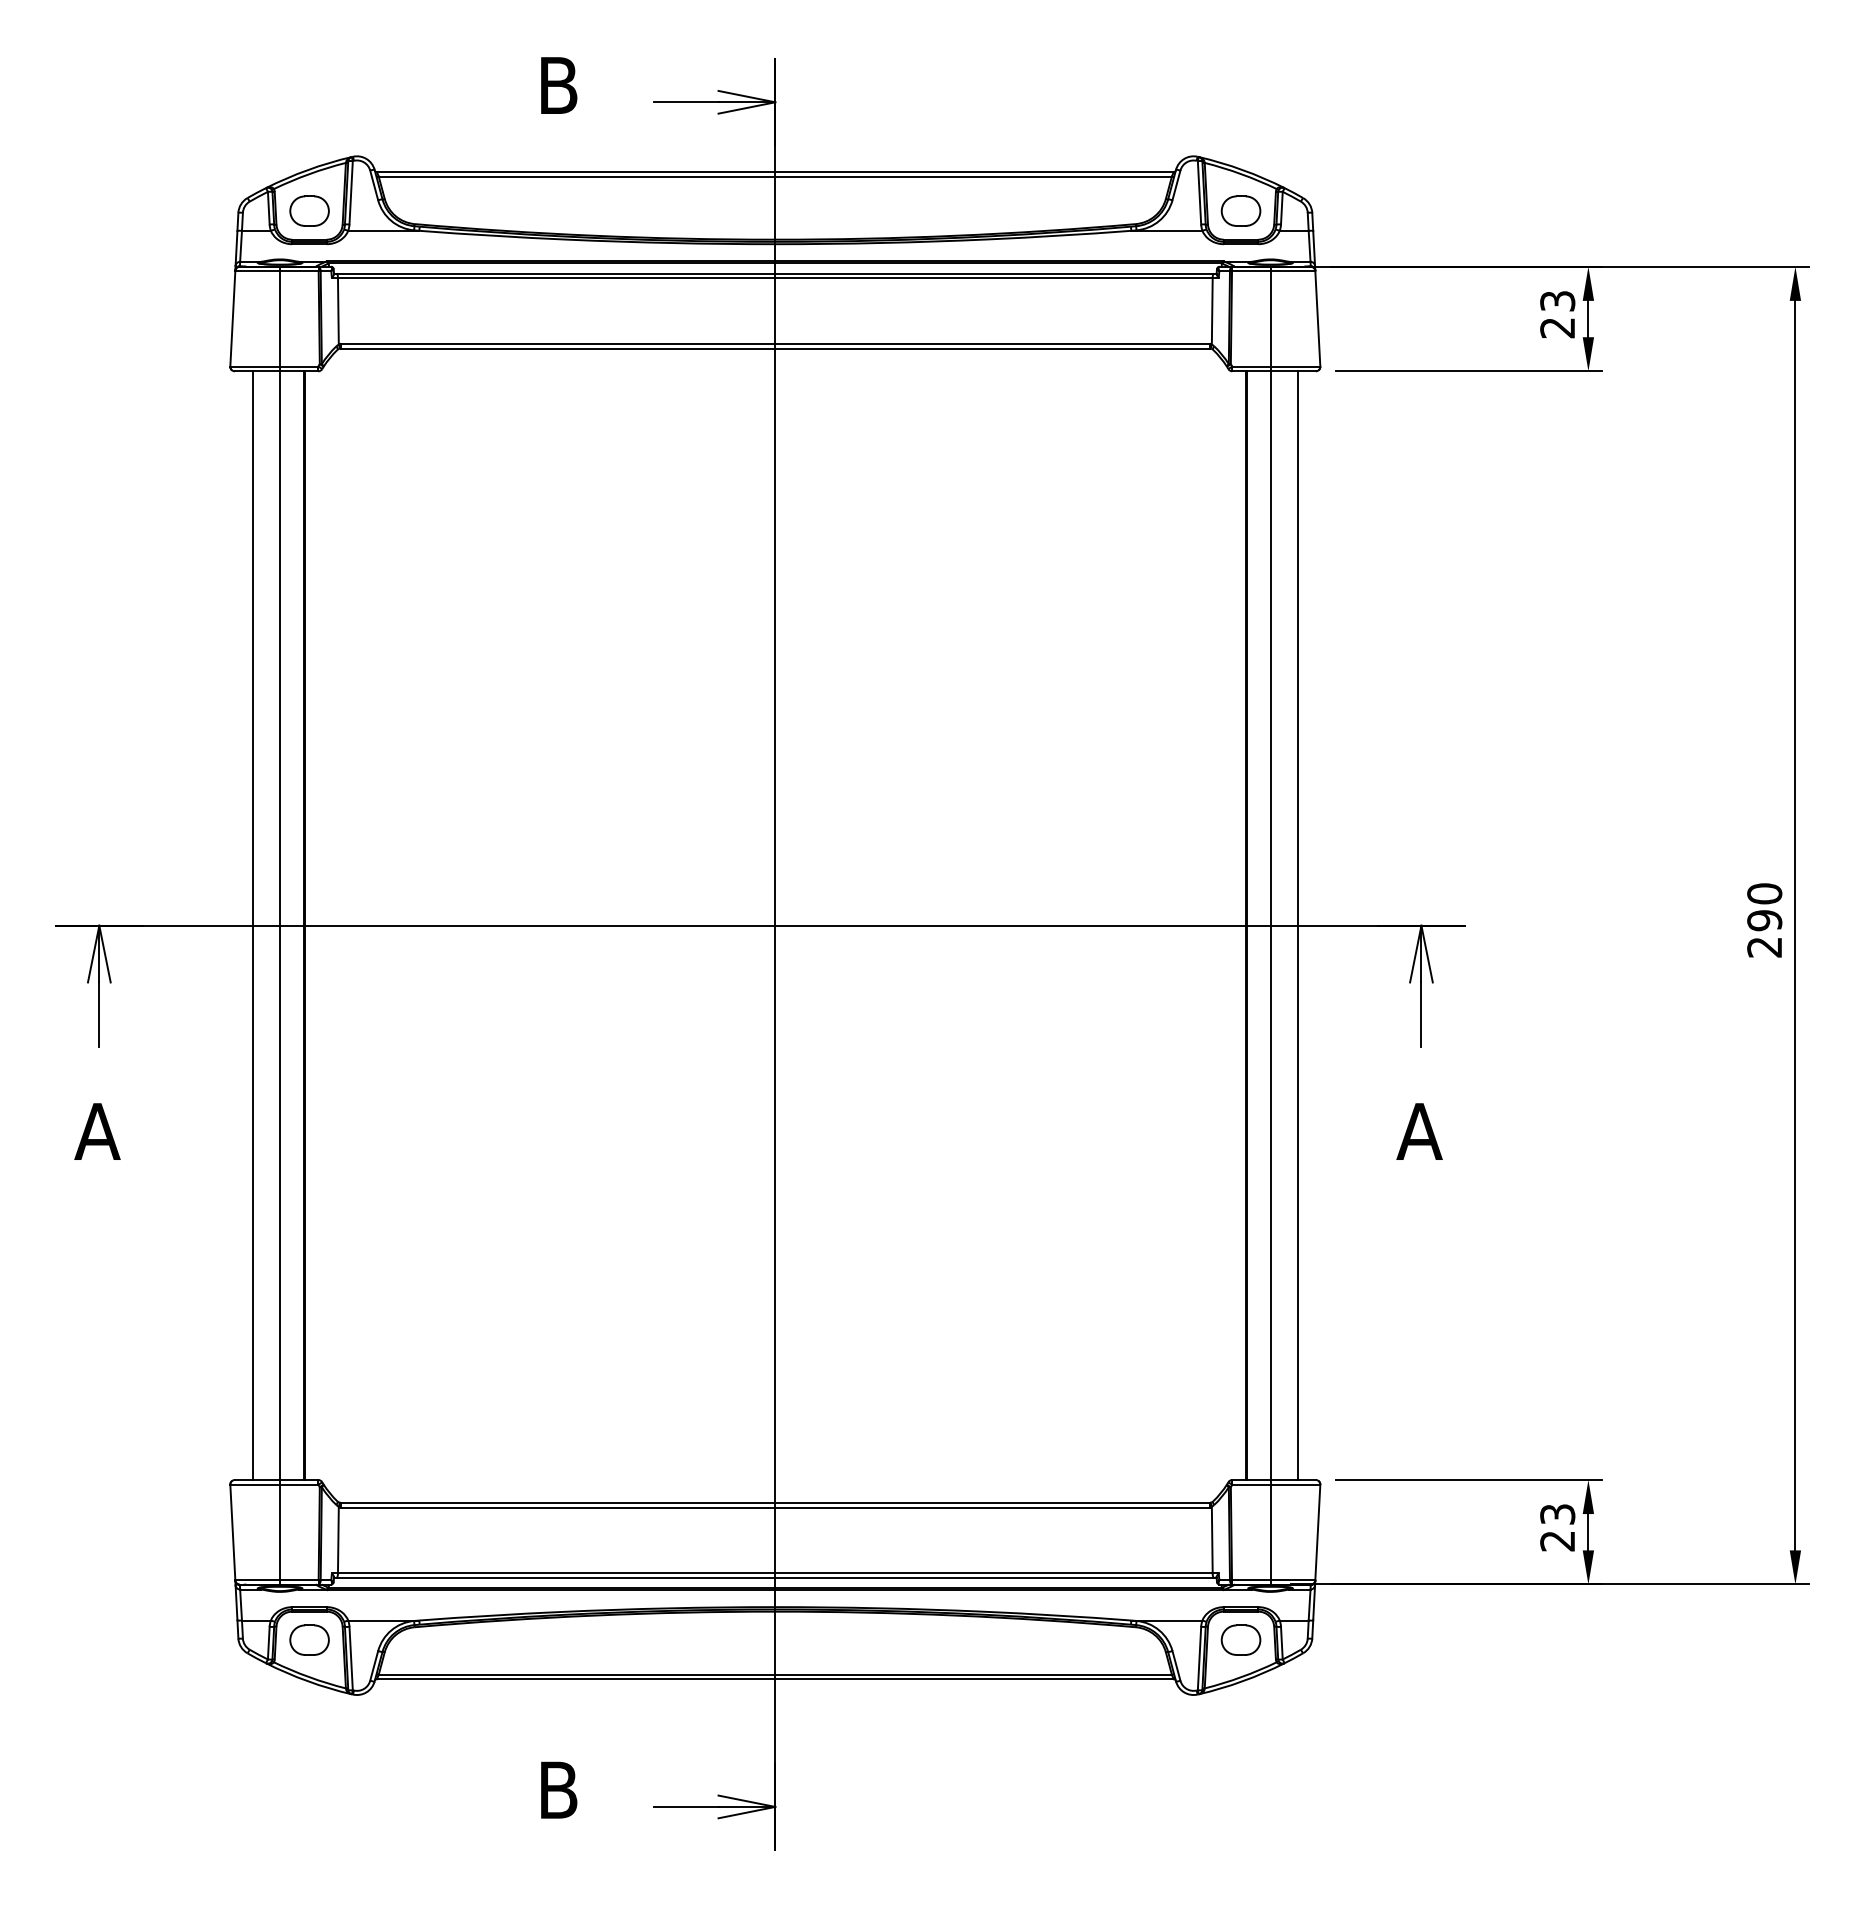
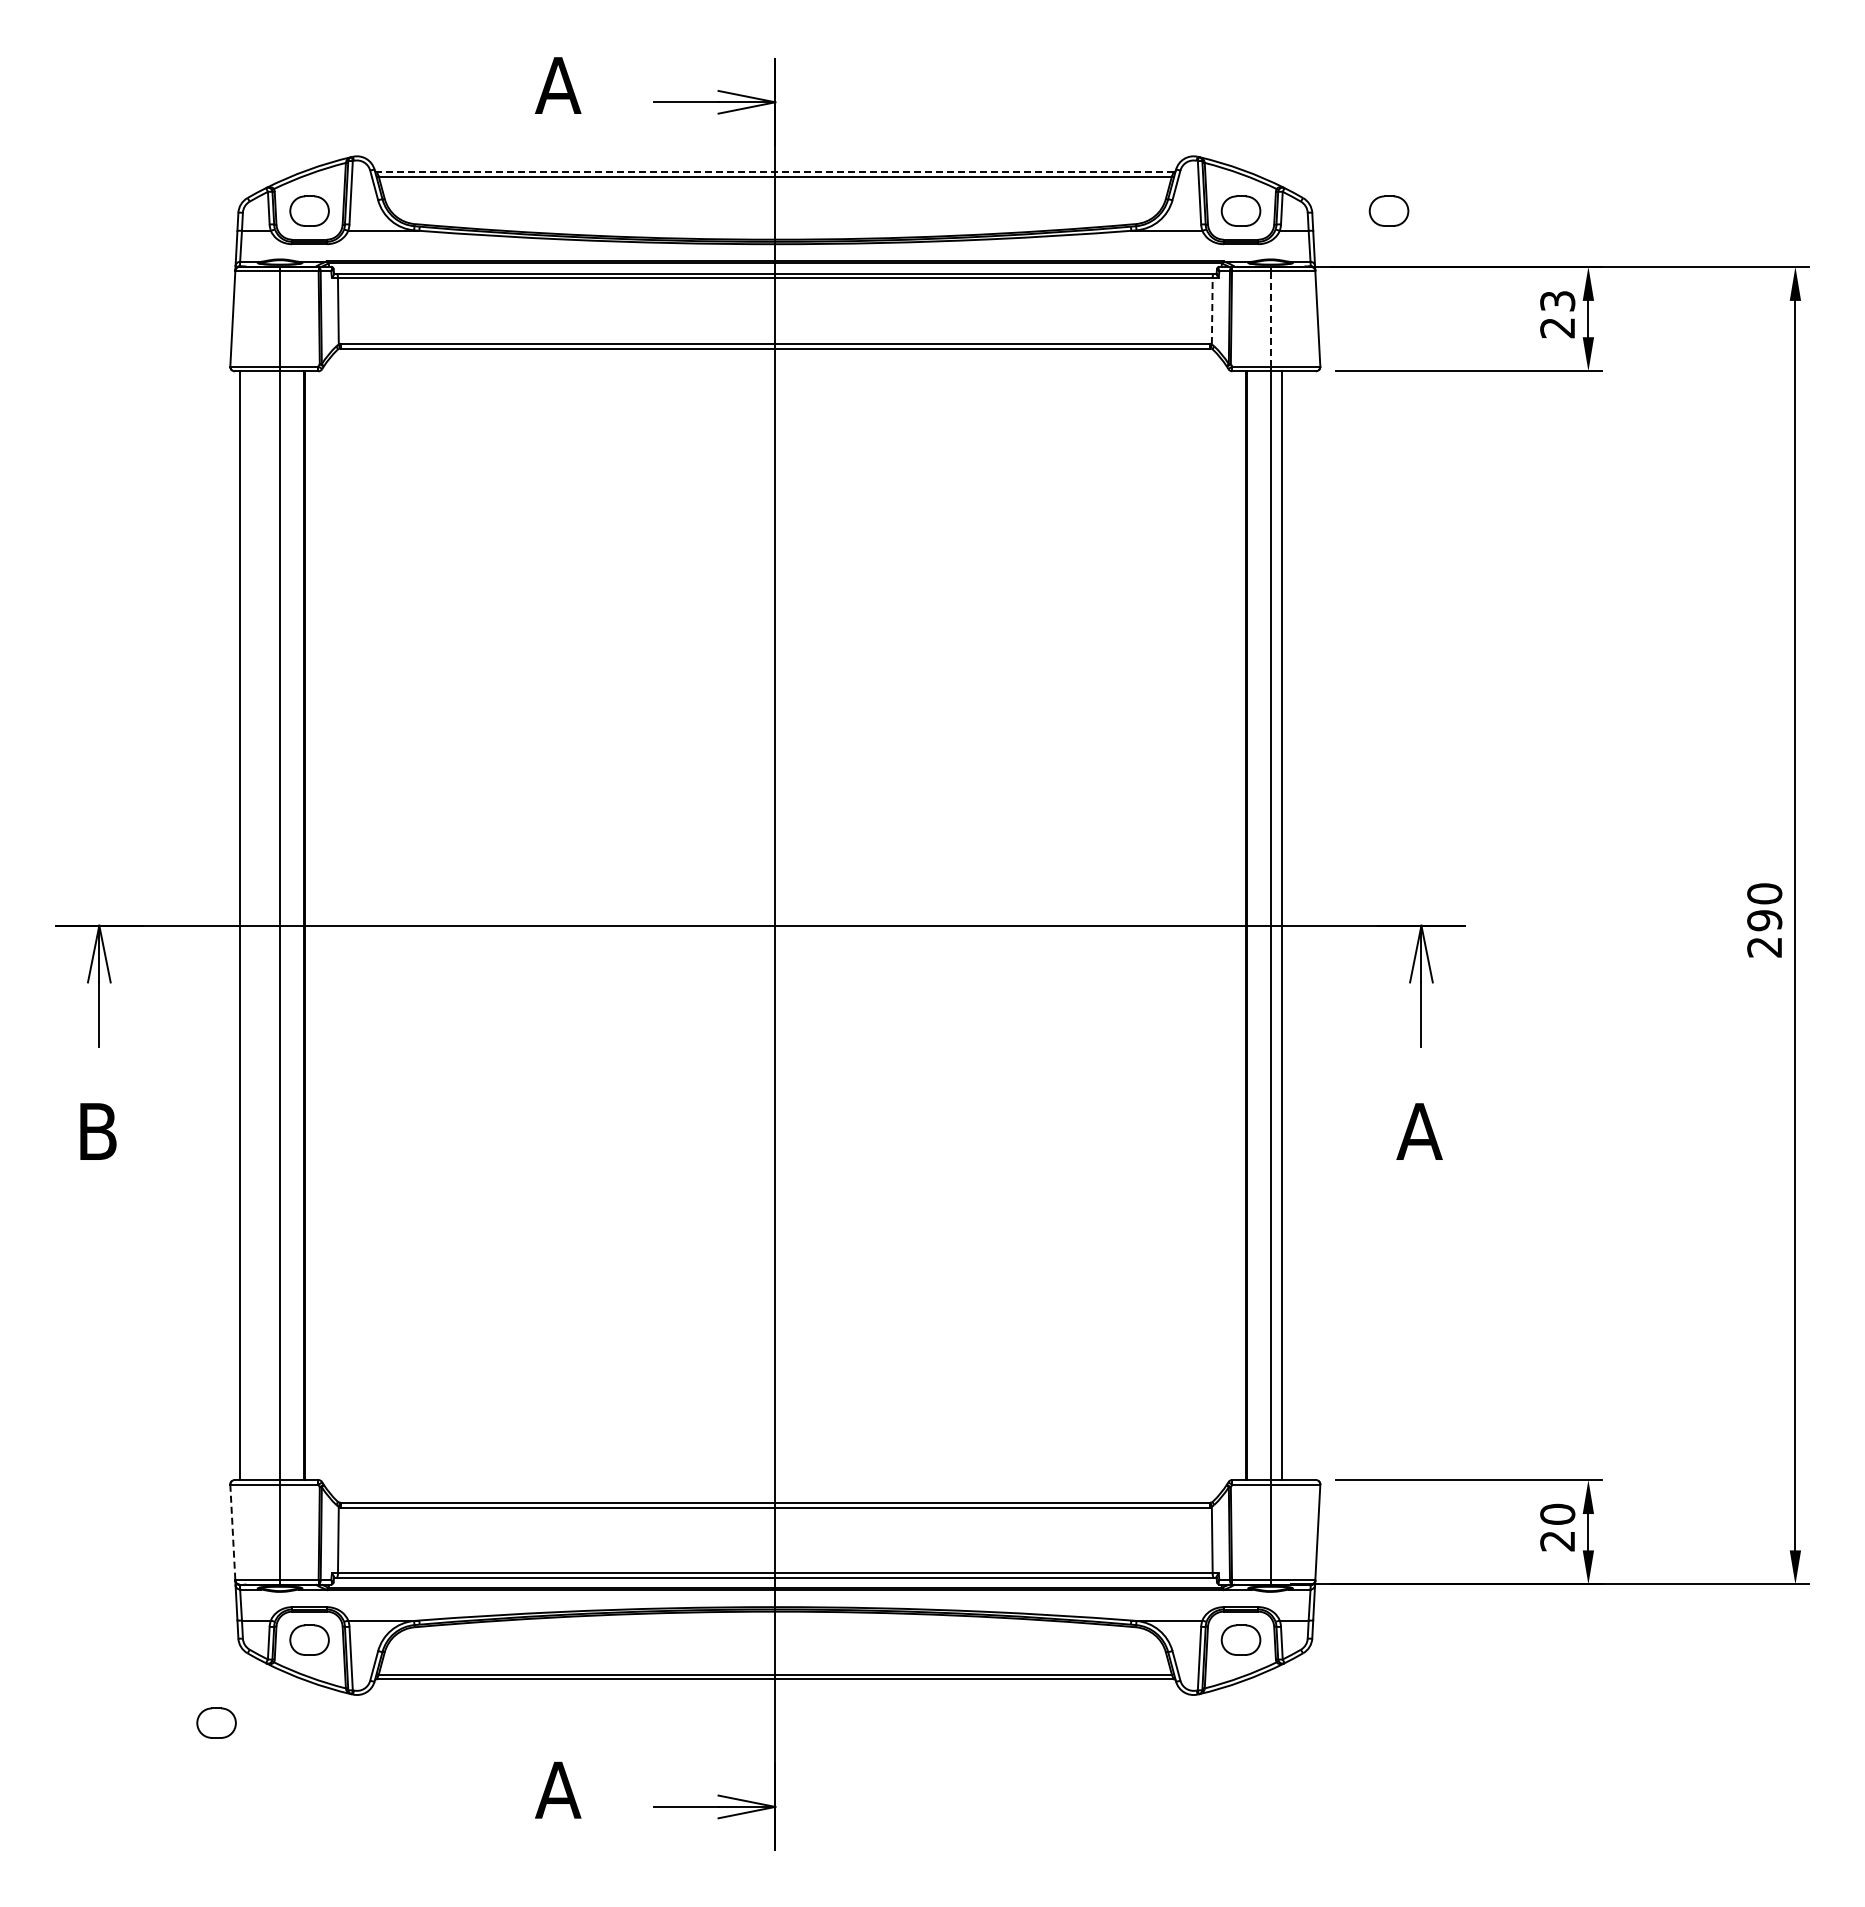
text at (558, 85): B -> A
line at (774, 172): solid -> dashed
part at (1388, 210): none -> present
line at (1212, 310): solid -> dashed
line at (1270, 318): solid -> dashed
line at (252, 925) position: (252, 925) -> (239, 925)
line at (1297, 925) position: (1297, 925) -> (1281, 925)
text at (97, 1131): A -> B
text at (1557, 1513): 23 -> 20
line at (232, 1532): solid -> dashed
part at (216, 1722): none -> present
text at (558, 1789): B -> A
